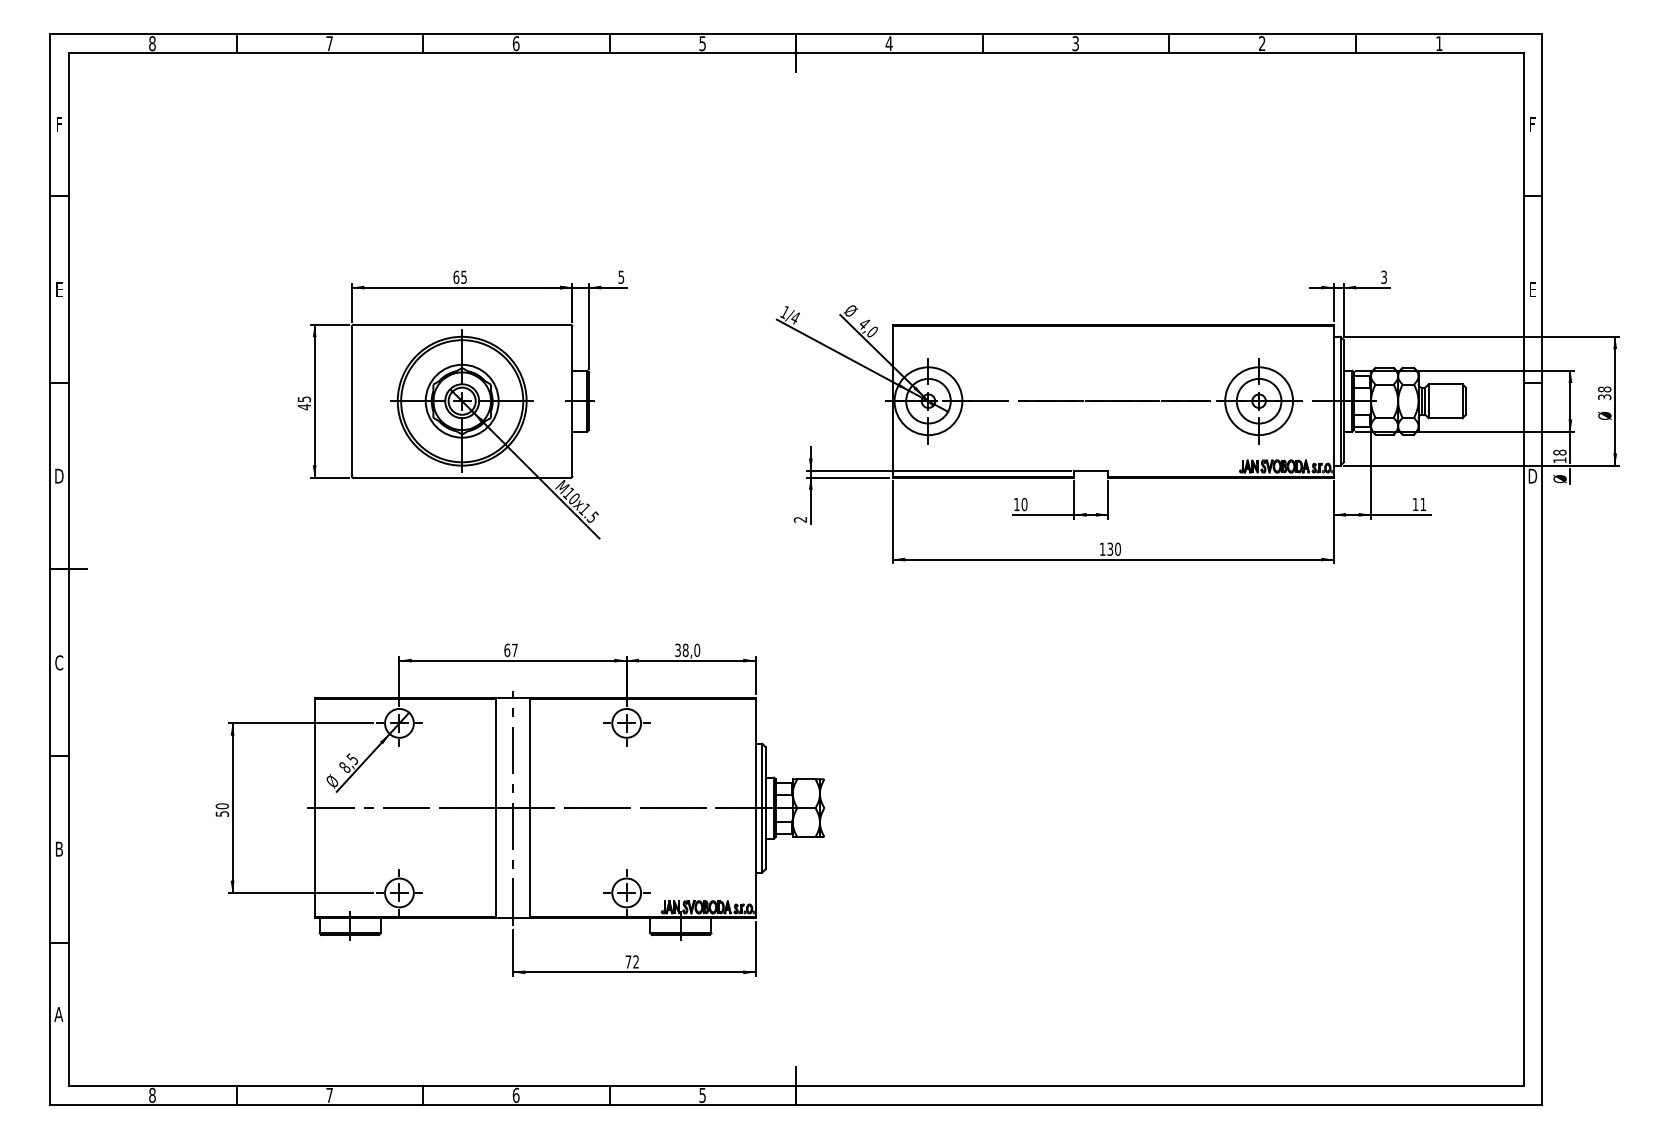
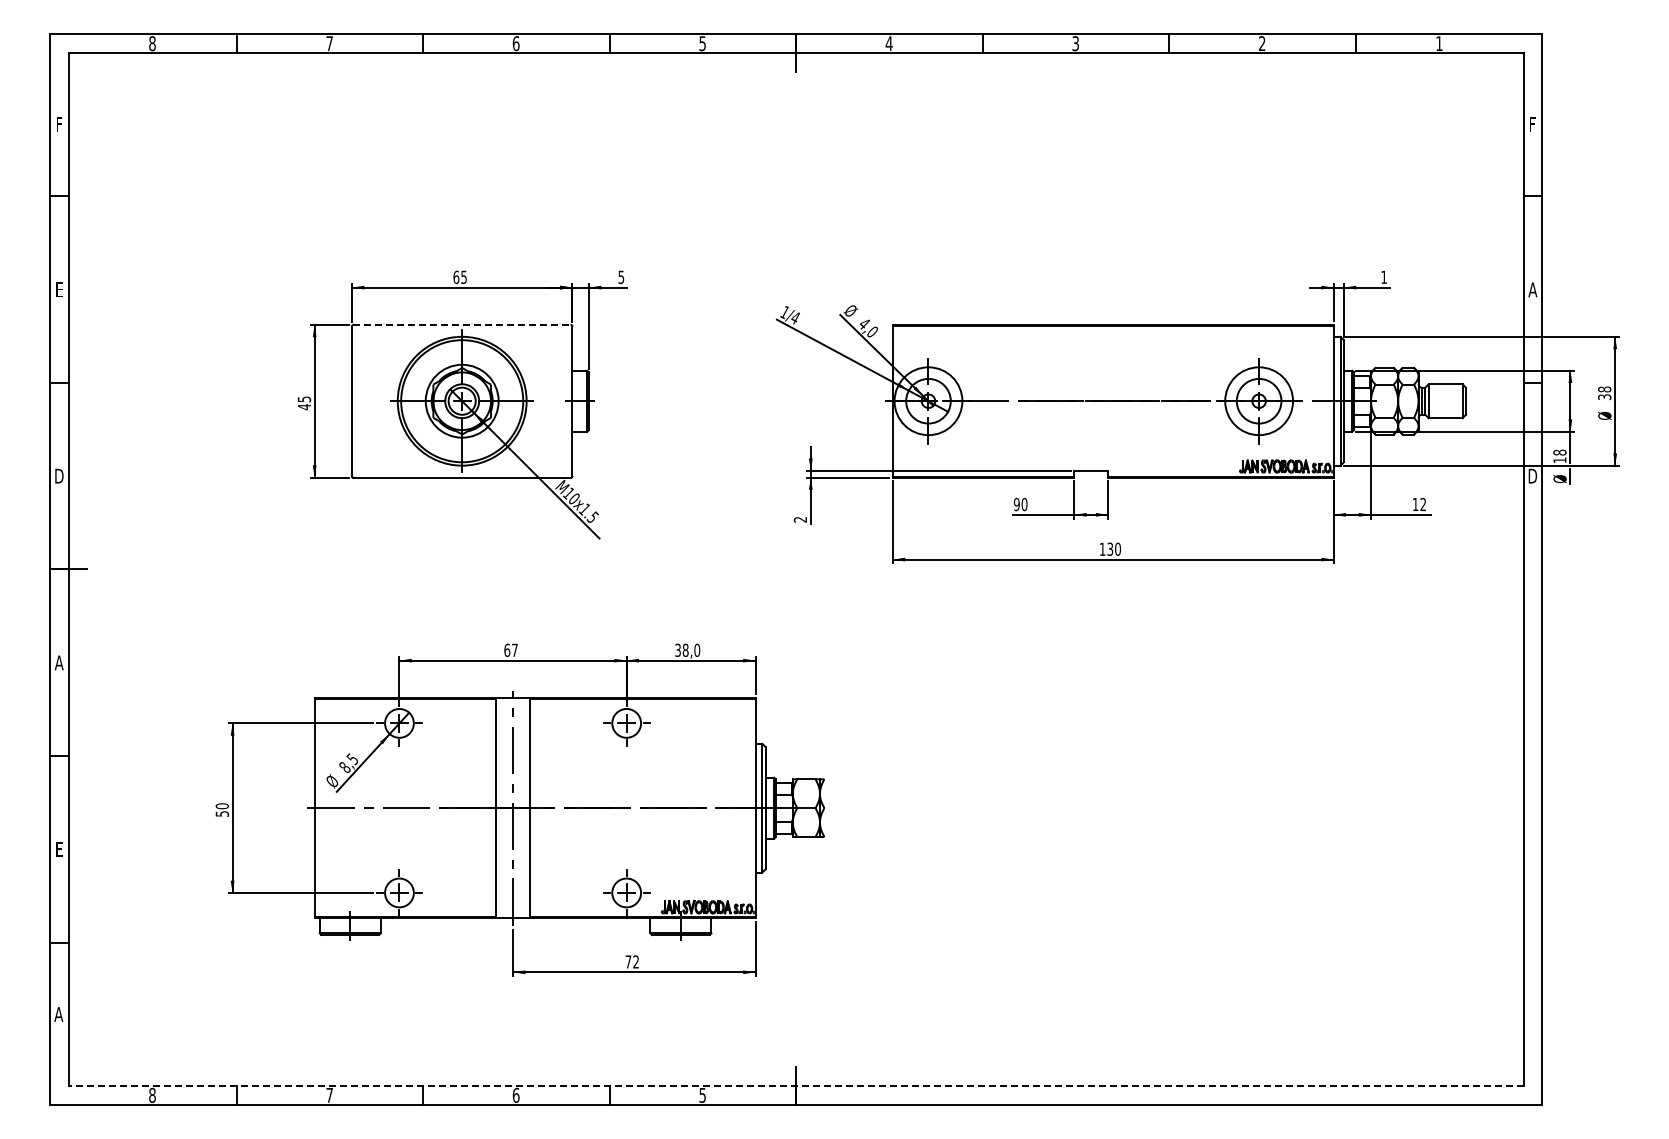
text at (1383, 277): 3 -> 1
text at (1532, 289): E -> A
line at (462, 324): solid -> dashed
text at (1423, 503): 11 -> 12
text at (1016, 504): 10 -> 90
text at (58, 662): C -> A
text at (59, 848): B -> E
line at (795, 1086): solid -> dashed
